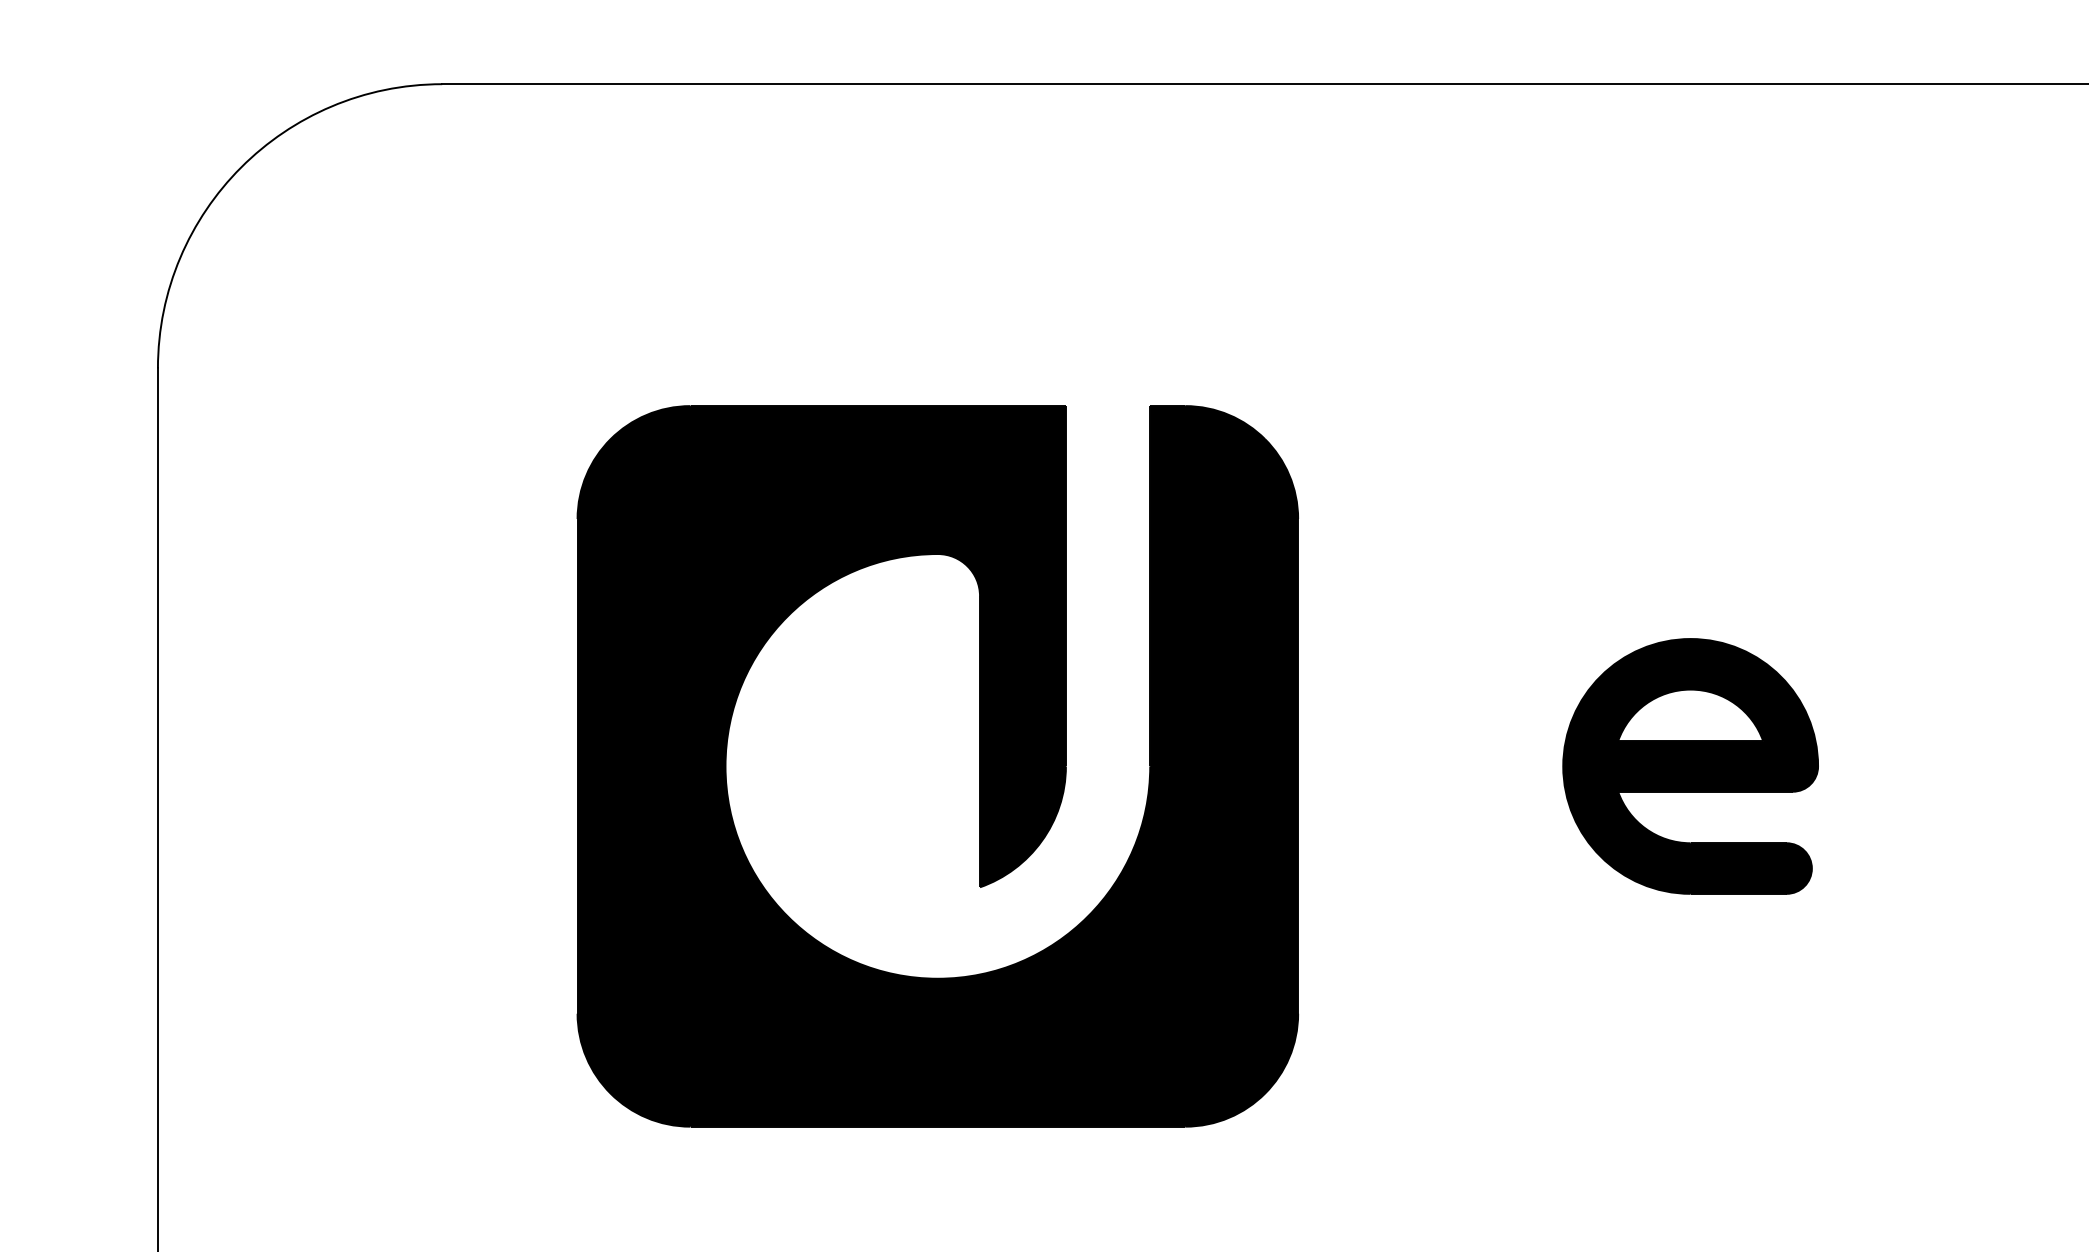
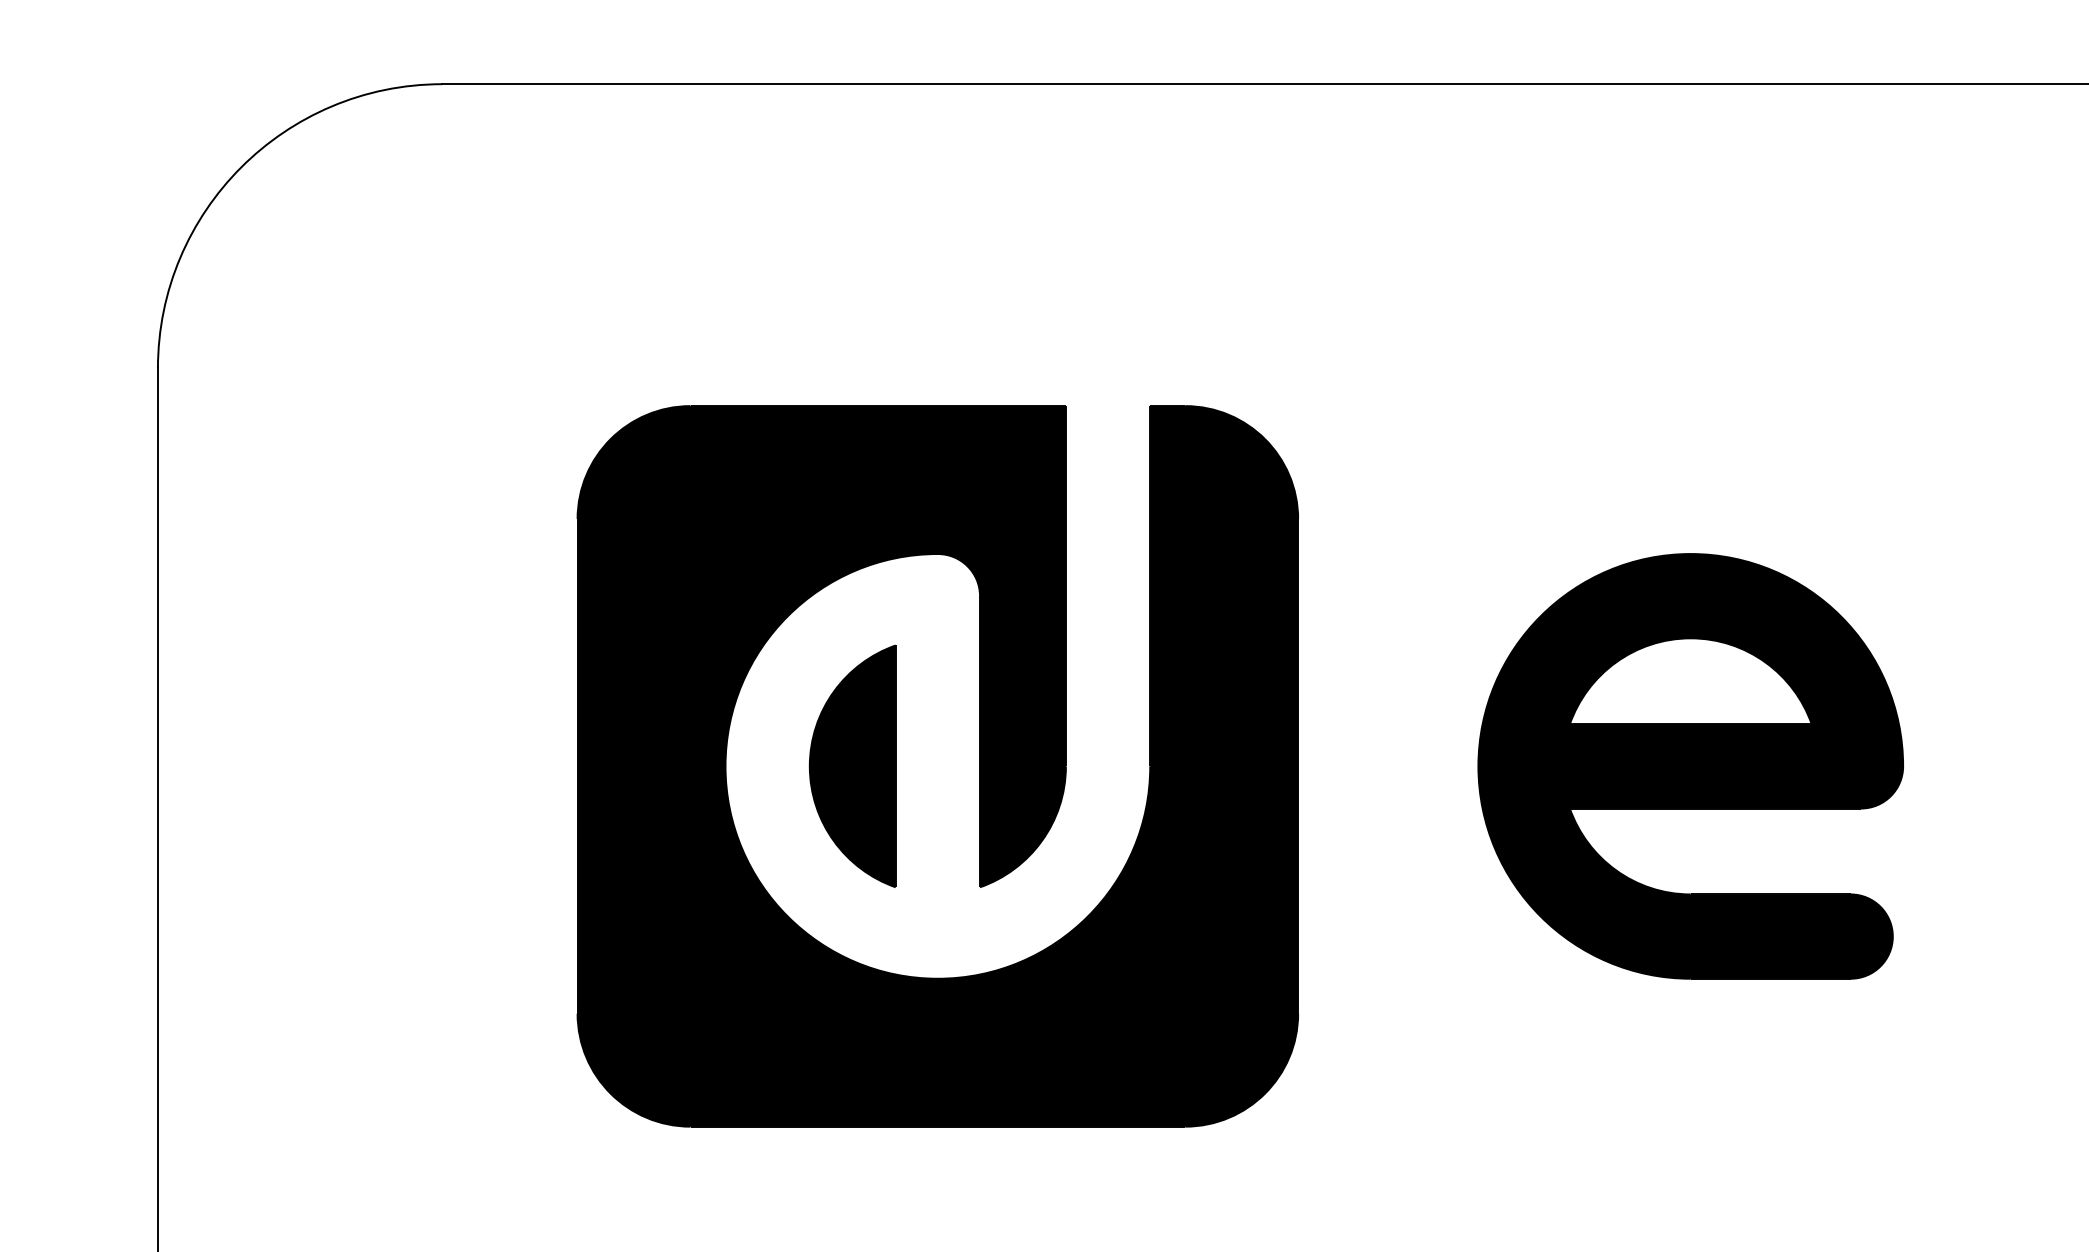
part at (852, 765): none -> present
part at (1690, 766) size: 257x257 px -> 427x427 px
